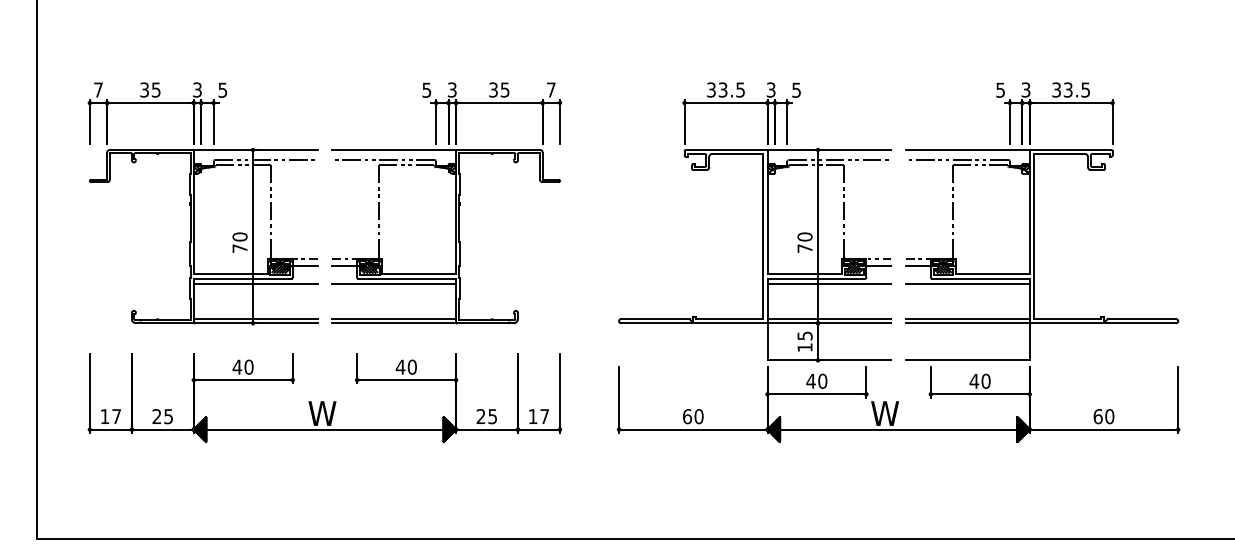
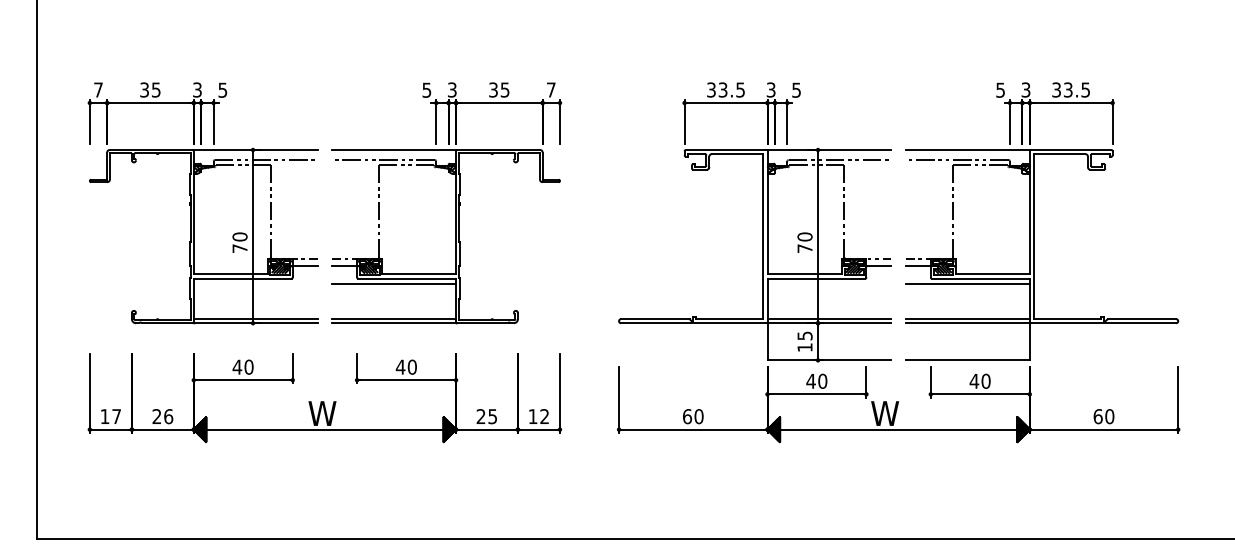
line at (255, 284): present -> none
line at (829, 284): present -> none
text at (168, 416): 25 -> 26
text at (544, 416): 17 -> 12
